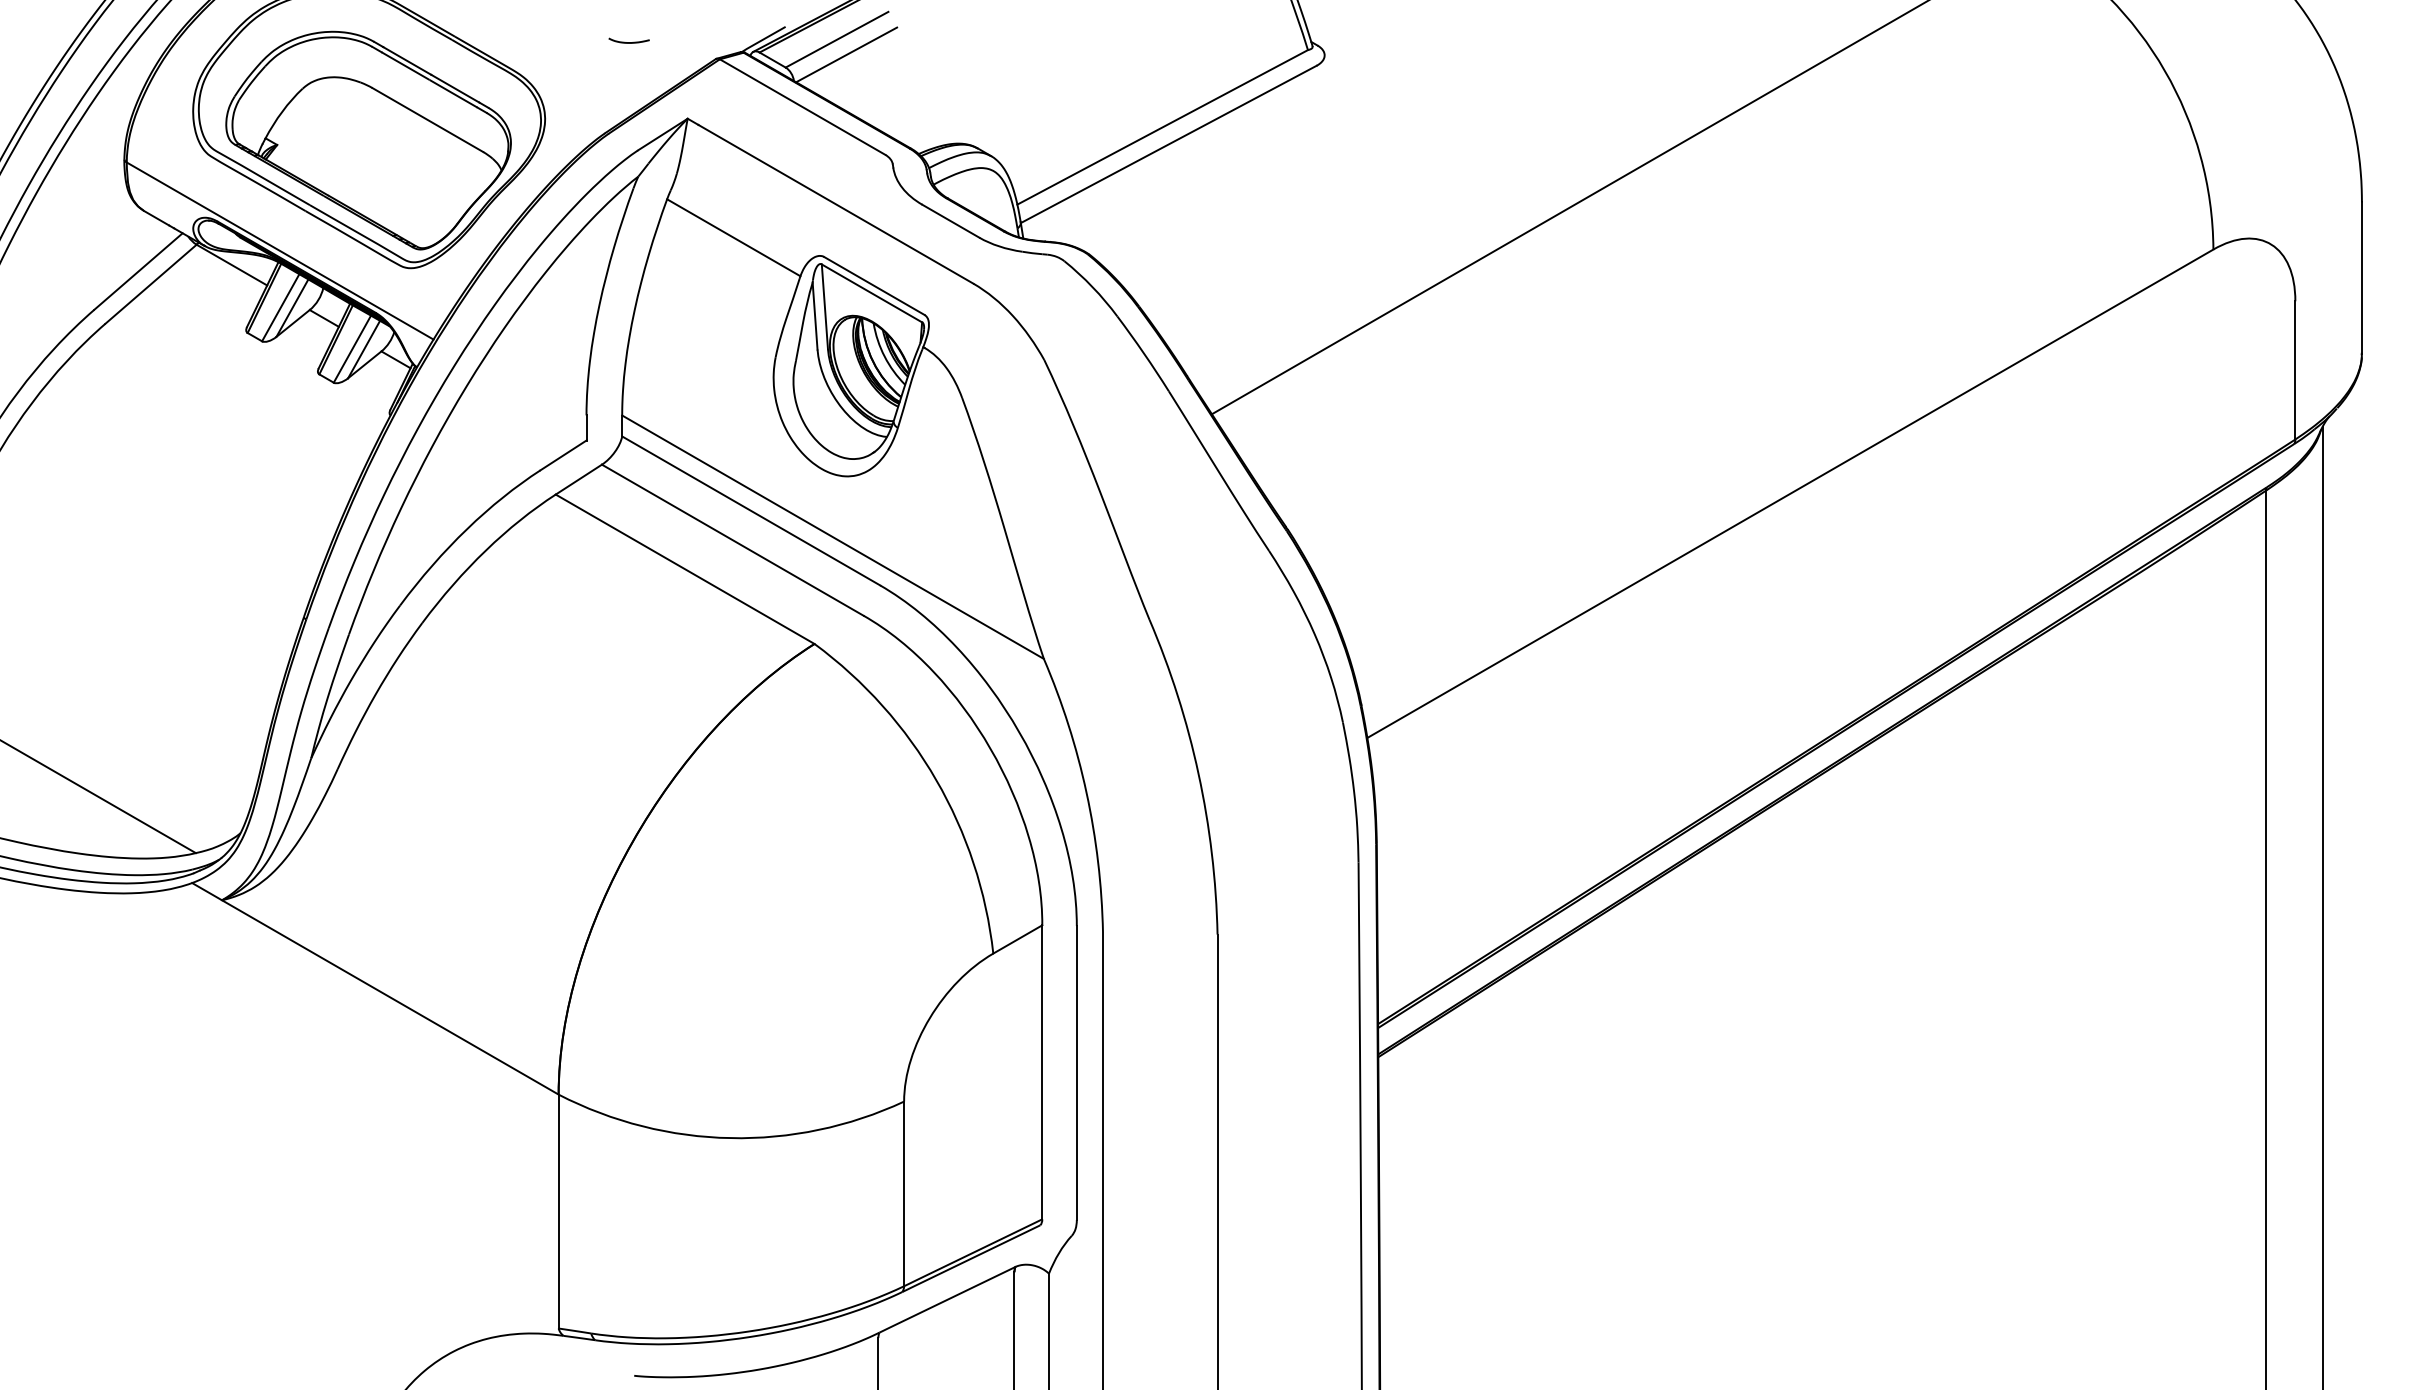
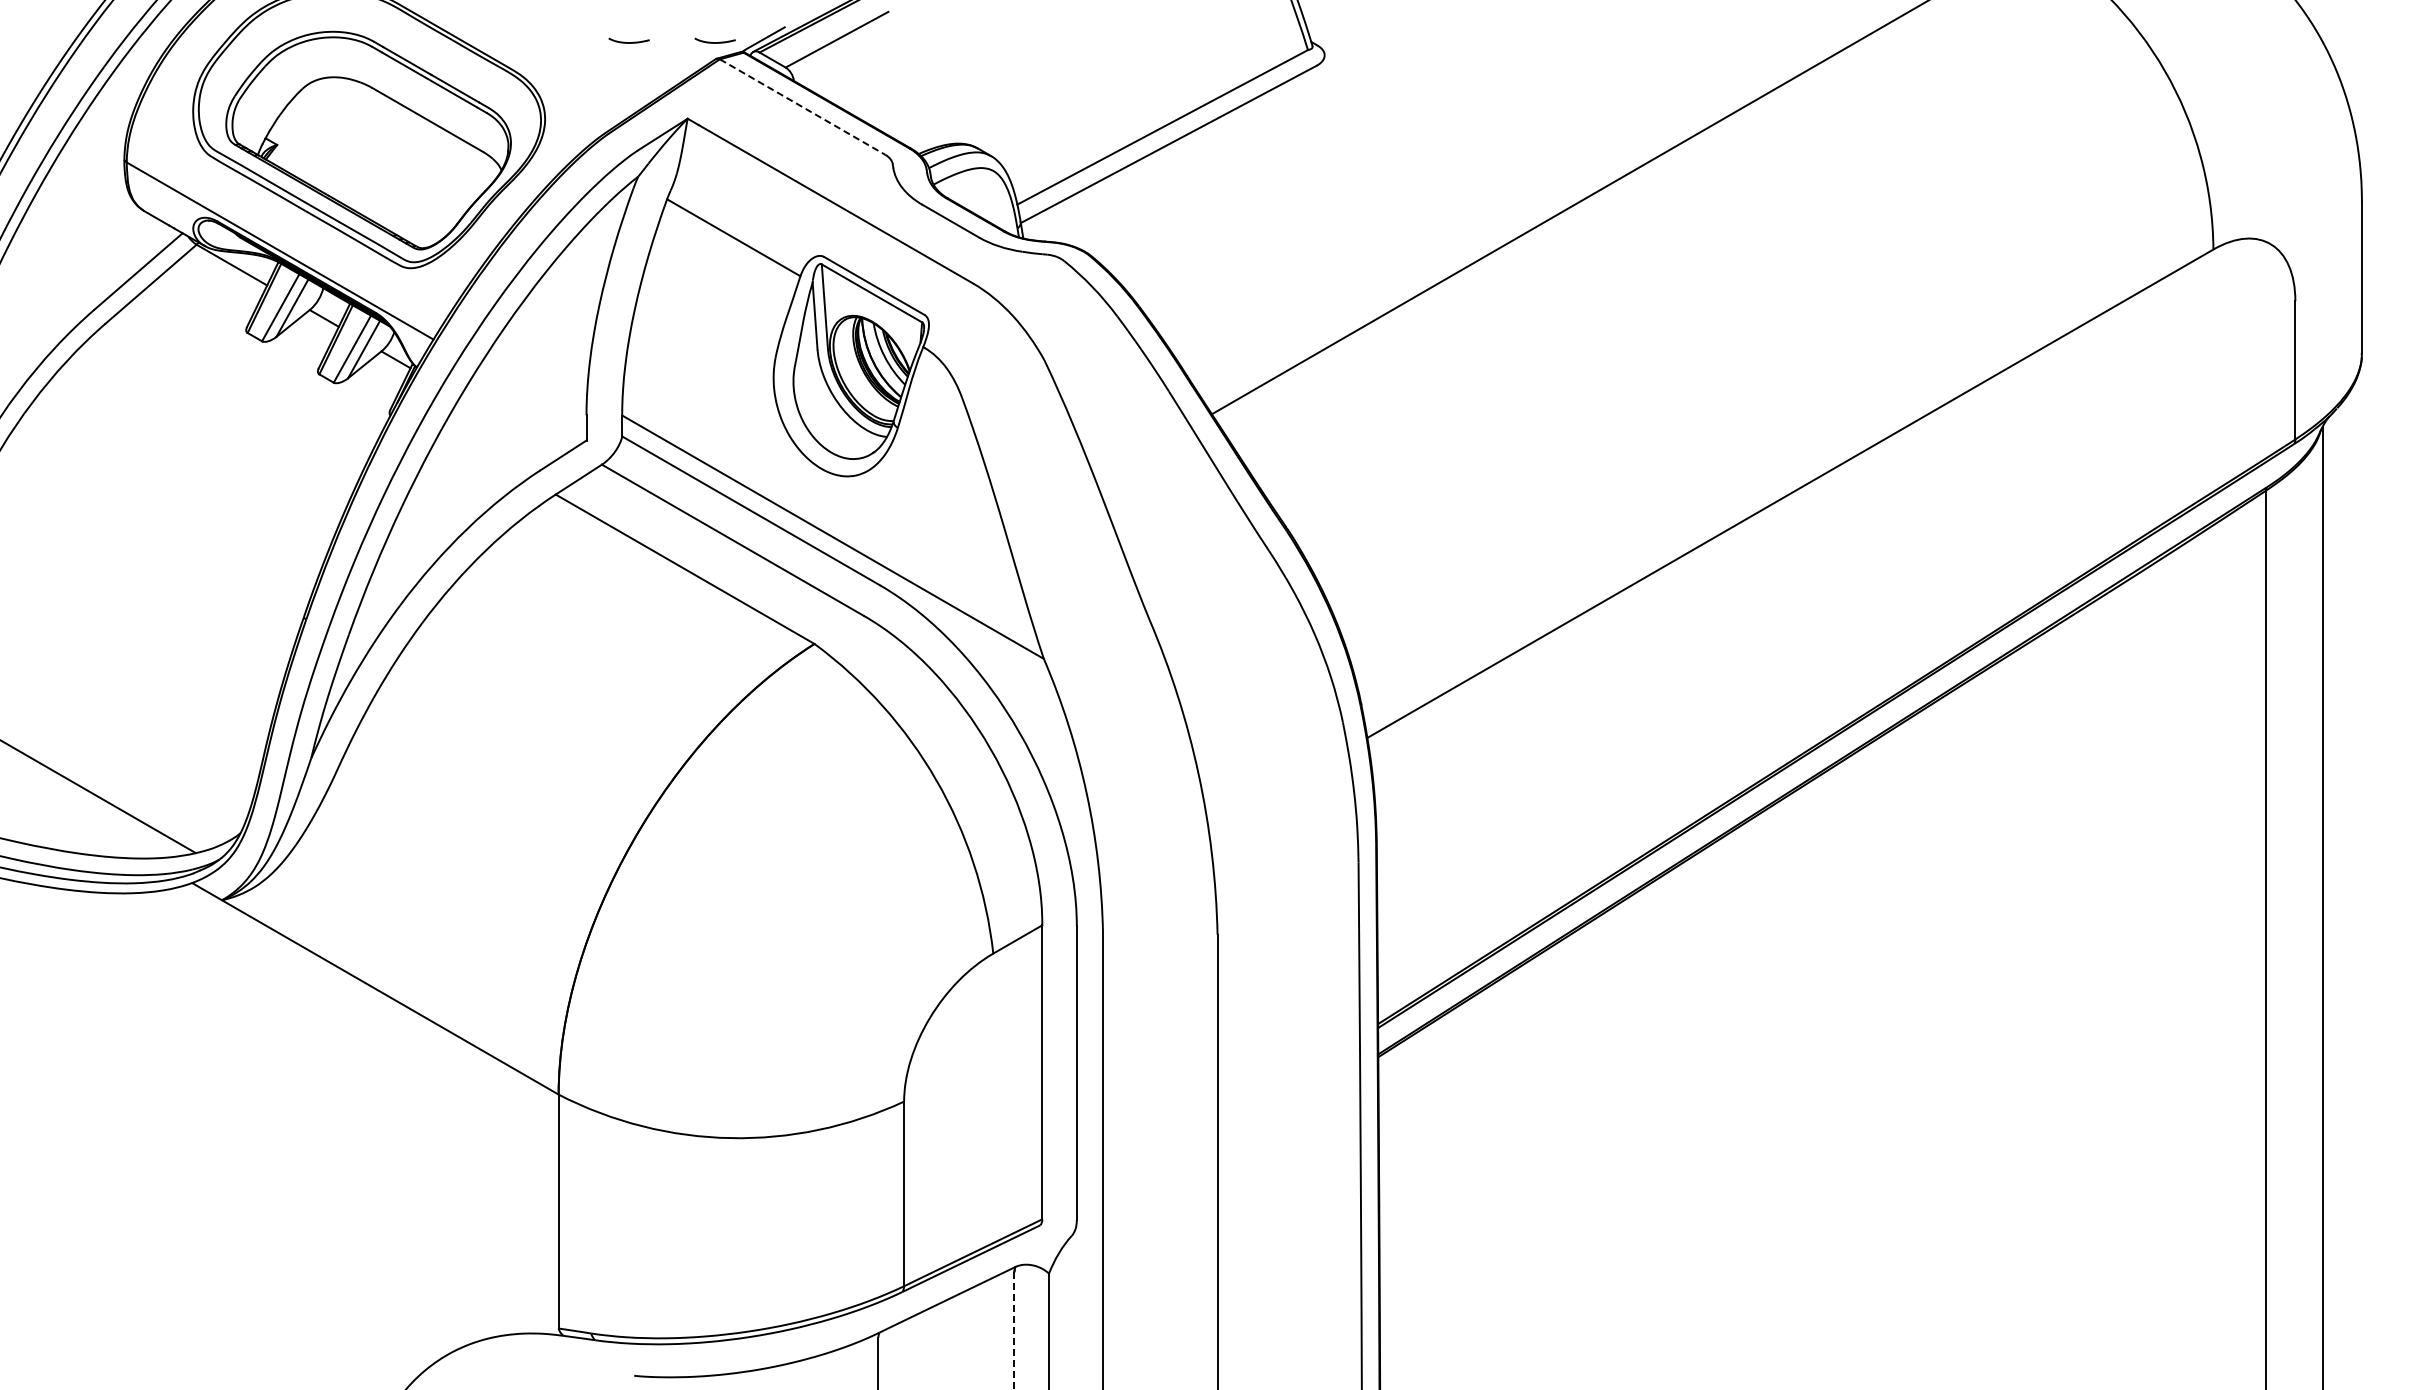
curve at (714, 42): none -> present
line at (846, 54): present -> none
line at (802, 107): solid -> dashed
line at (1014, 1331): solid -> dashed
